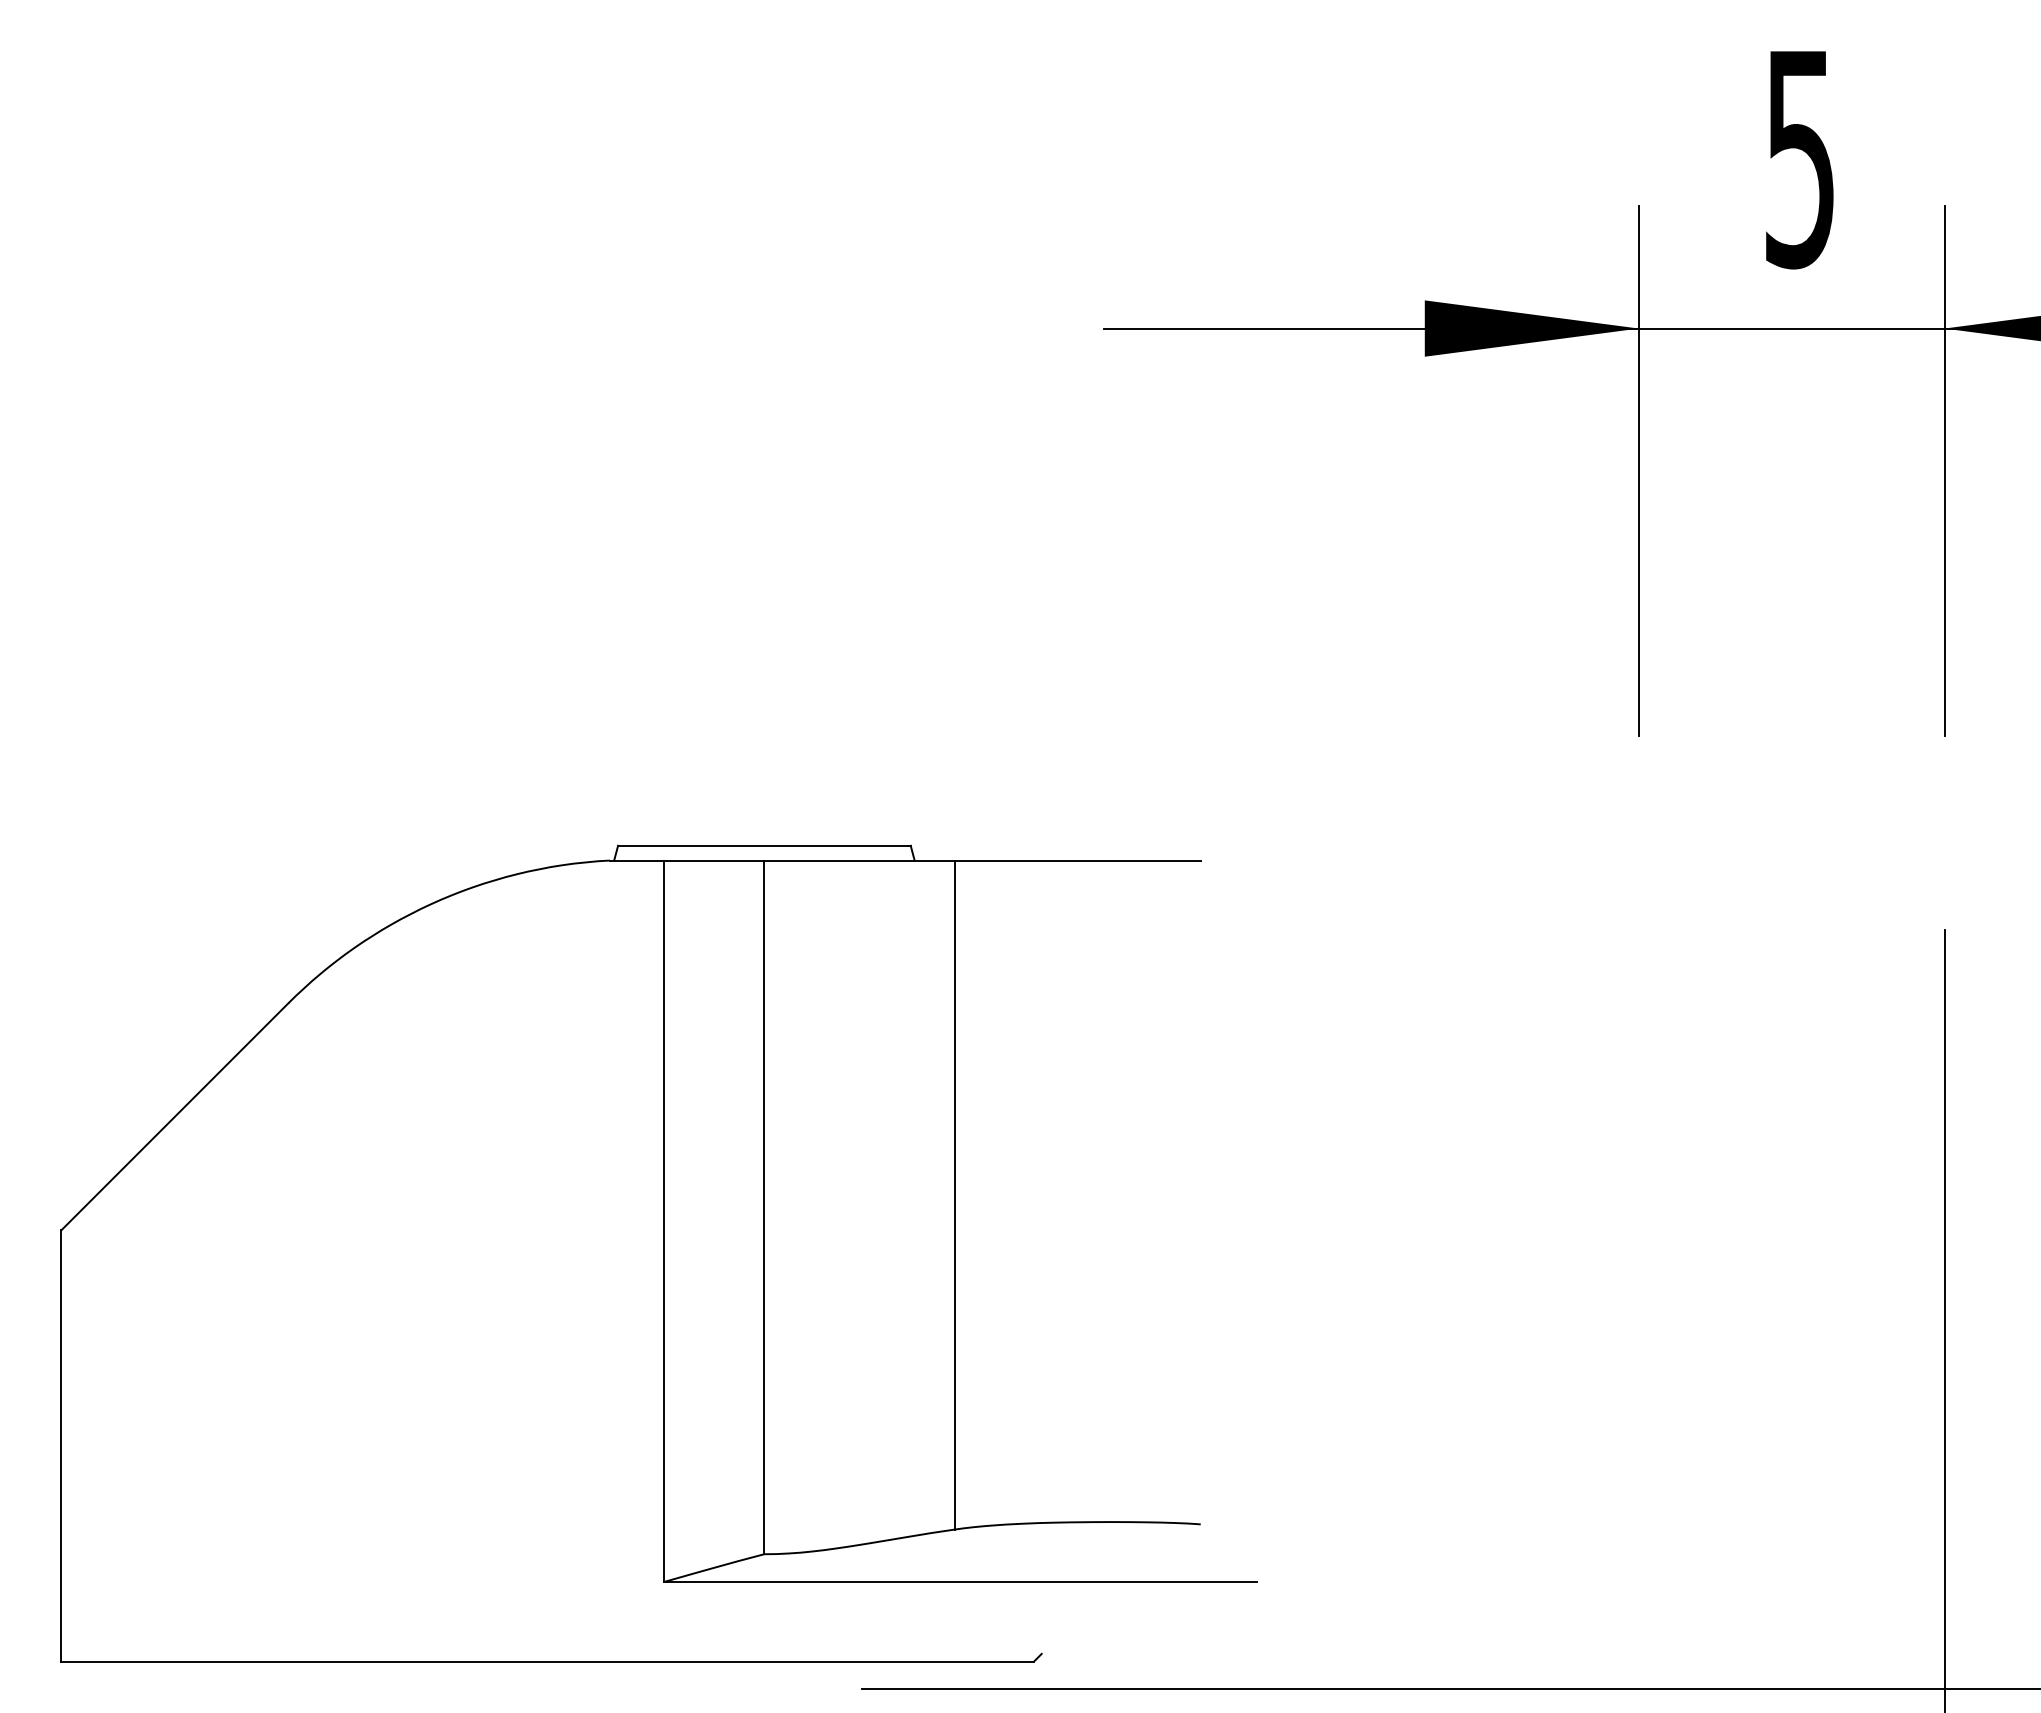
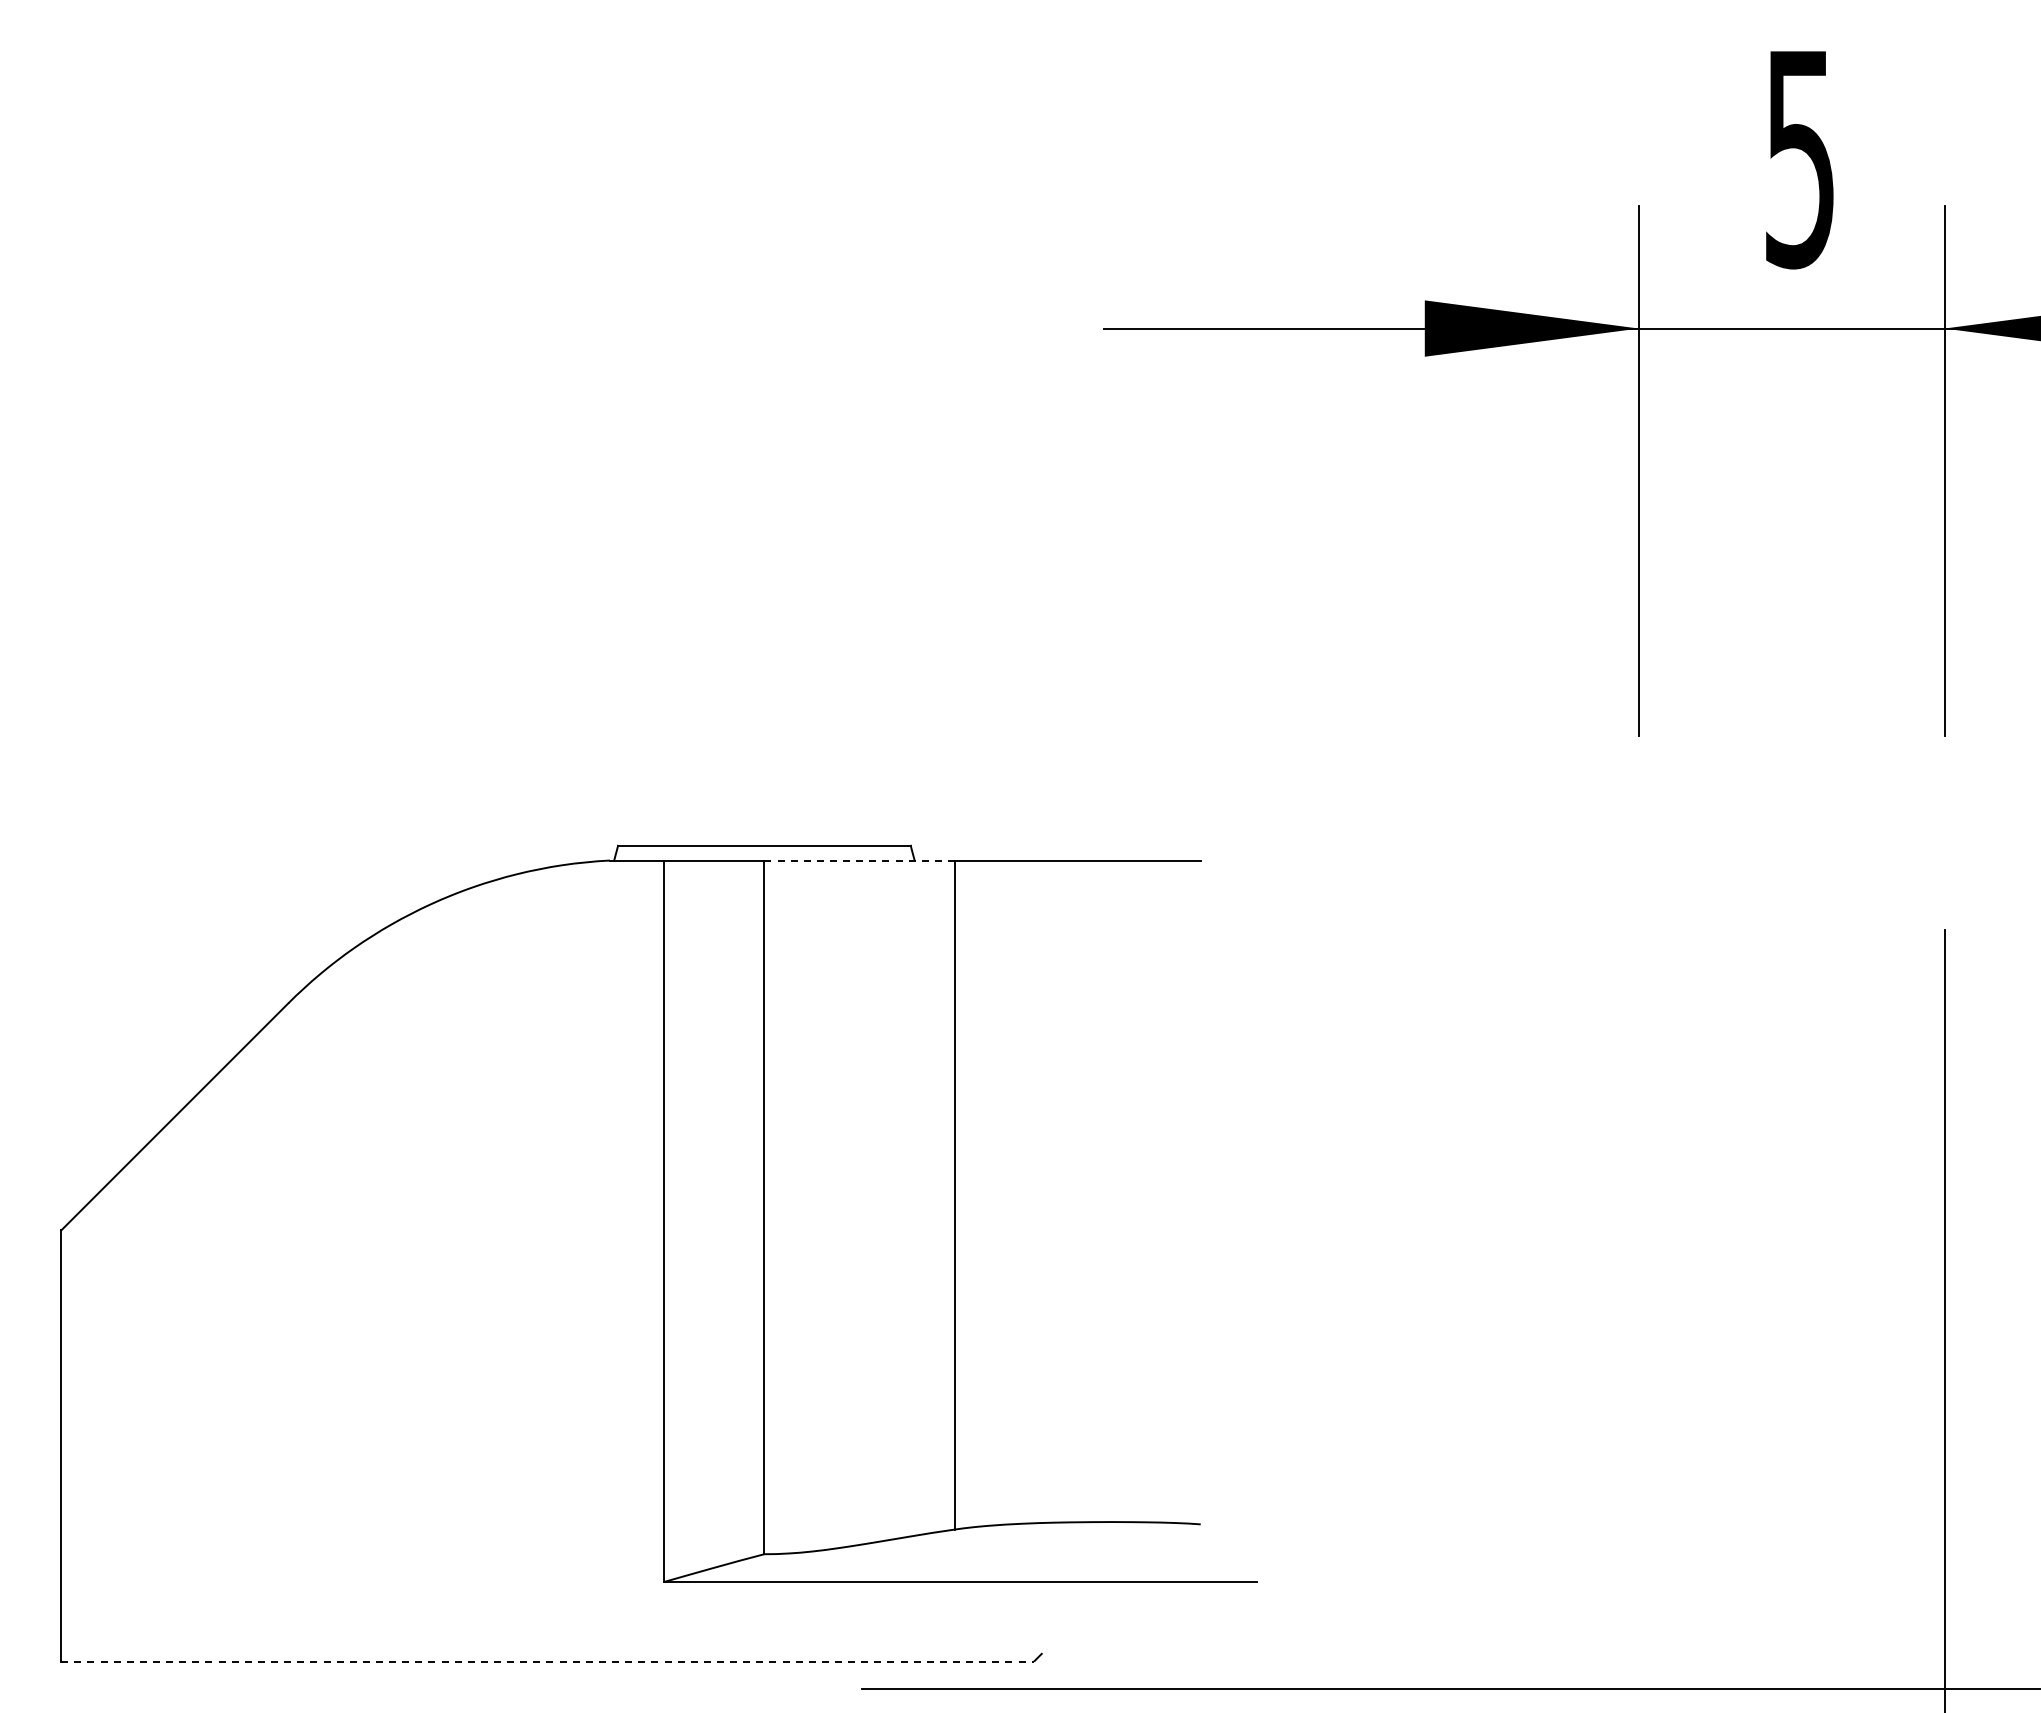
line at (860, 860): solid -> dashed
line at (548, 1661): solid -> dashed
